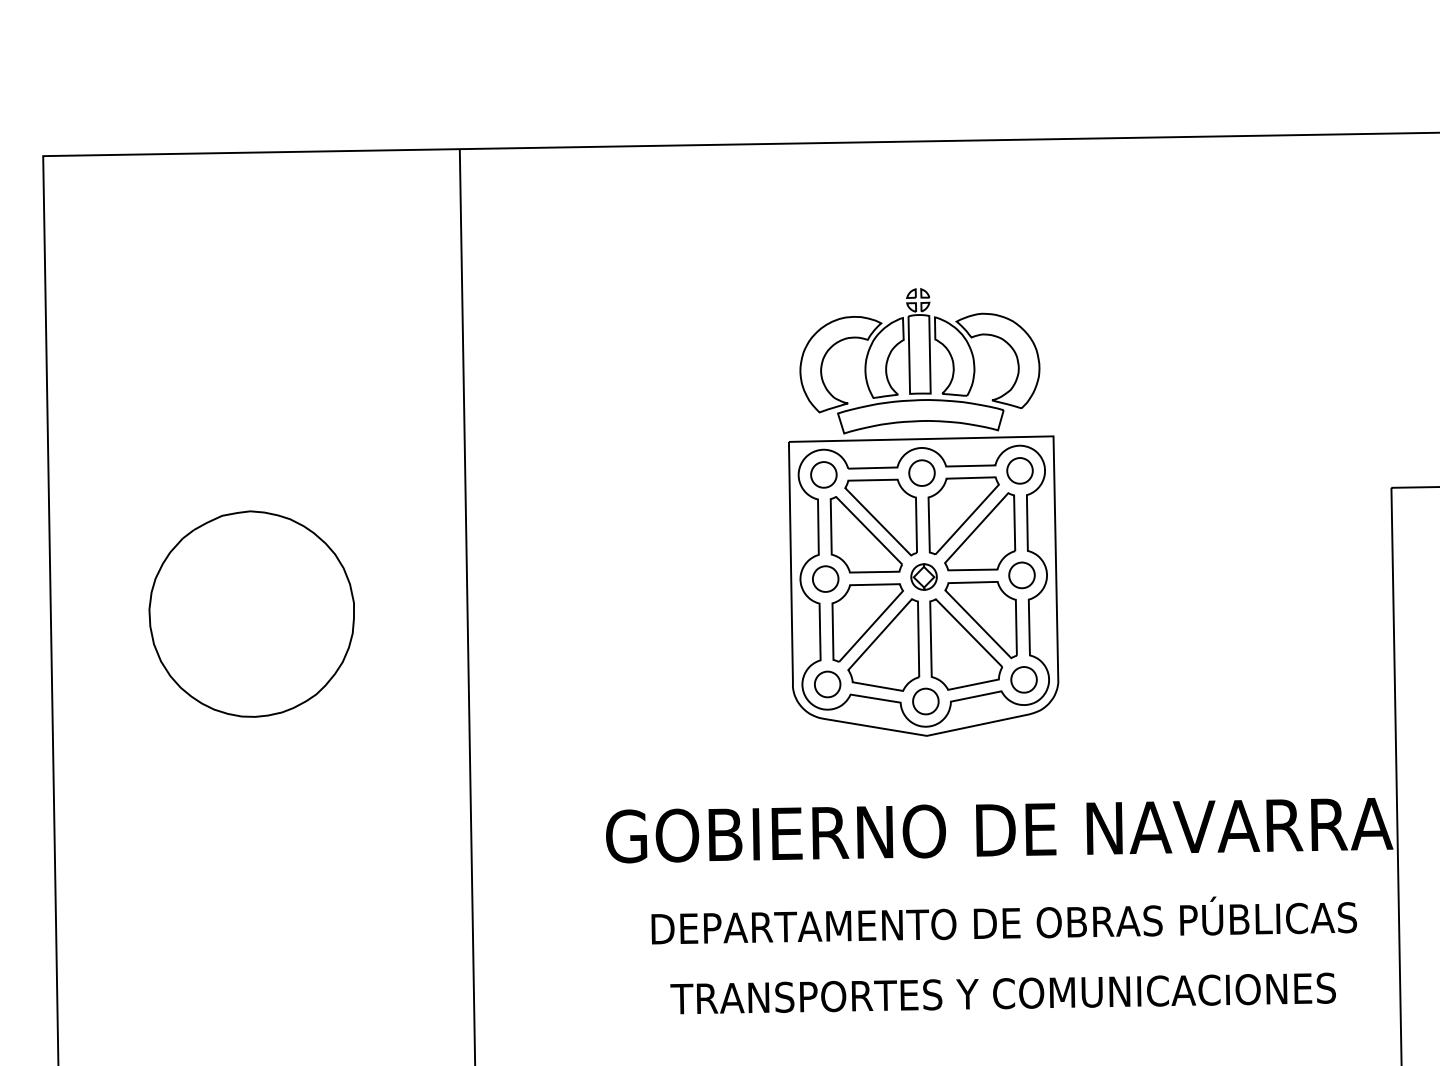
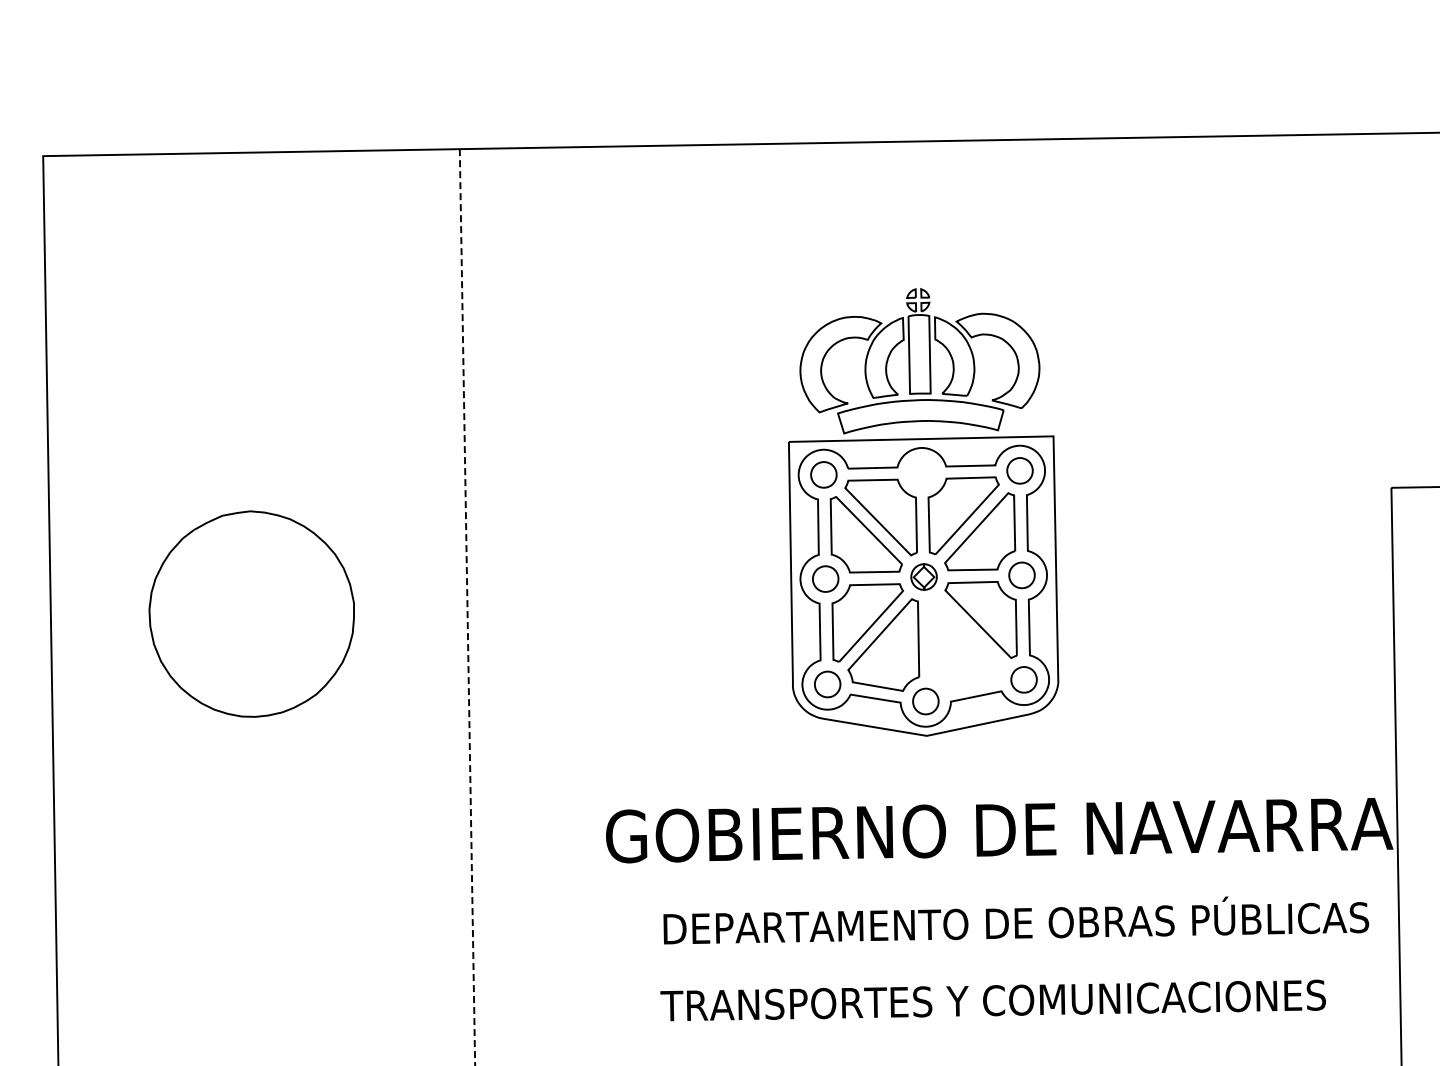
part at (921, 472): present -> none
line at (467, 608): solid -> dashed
part at (965, 644): present -> none
text at (1004, 920) position: (1004, 920) -> (1016, 920)
text at (1002, 993) position: (1002, 993) -> (992, 1000)
